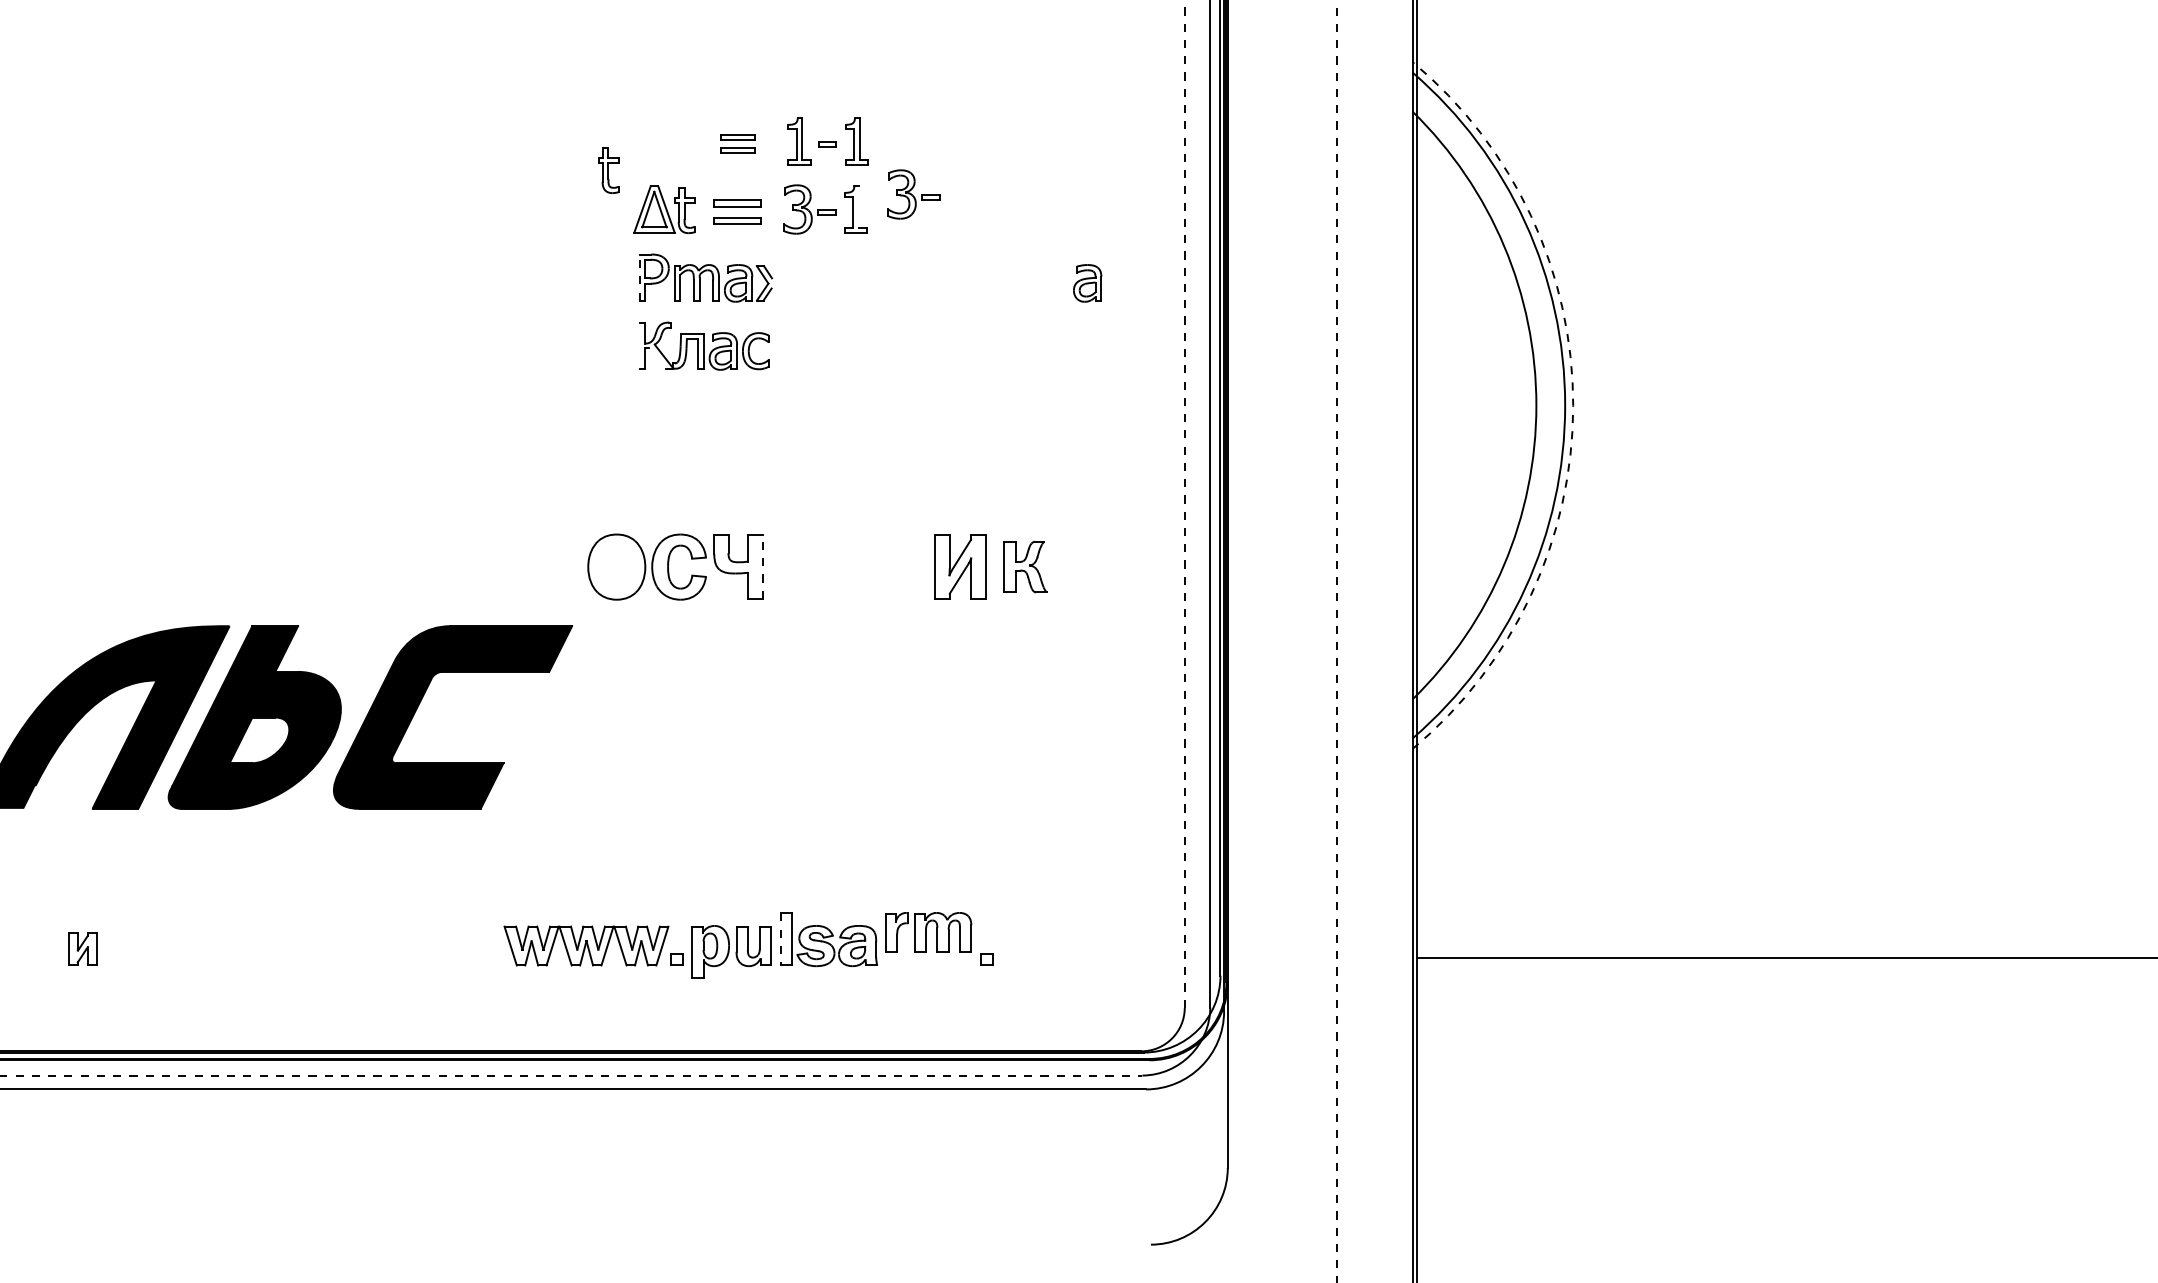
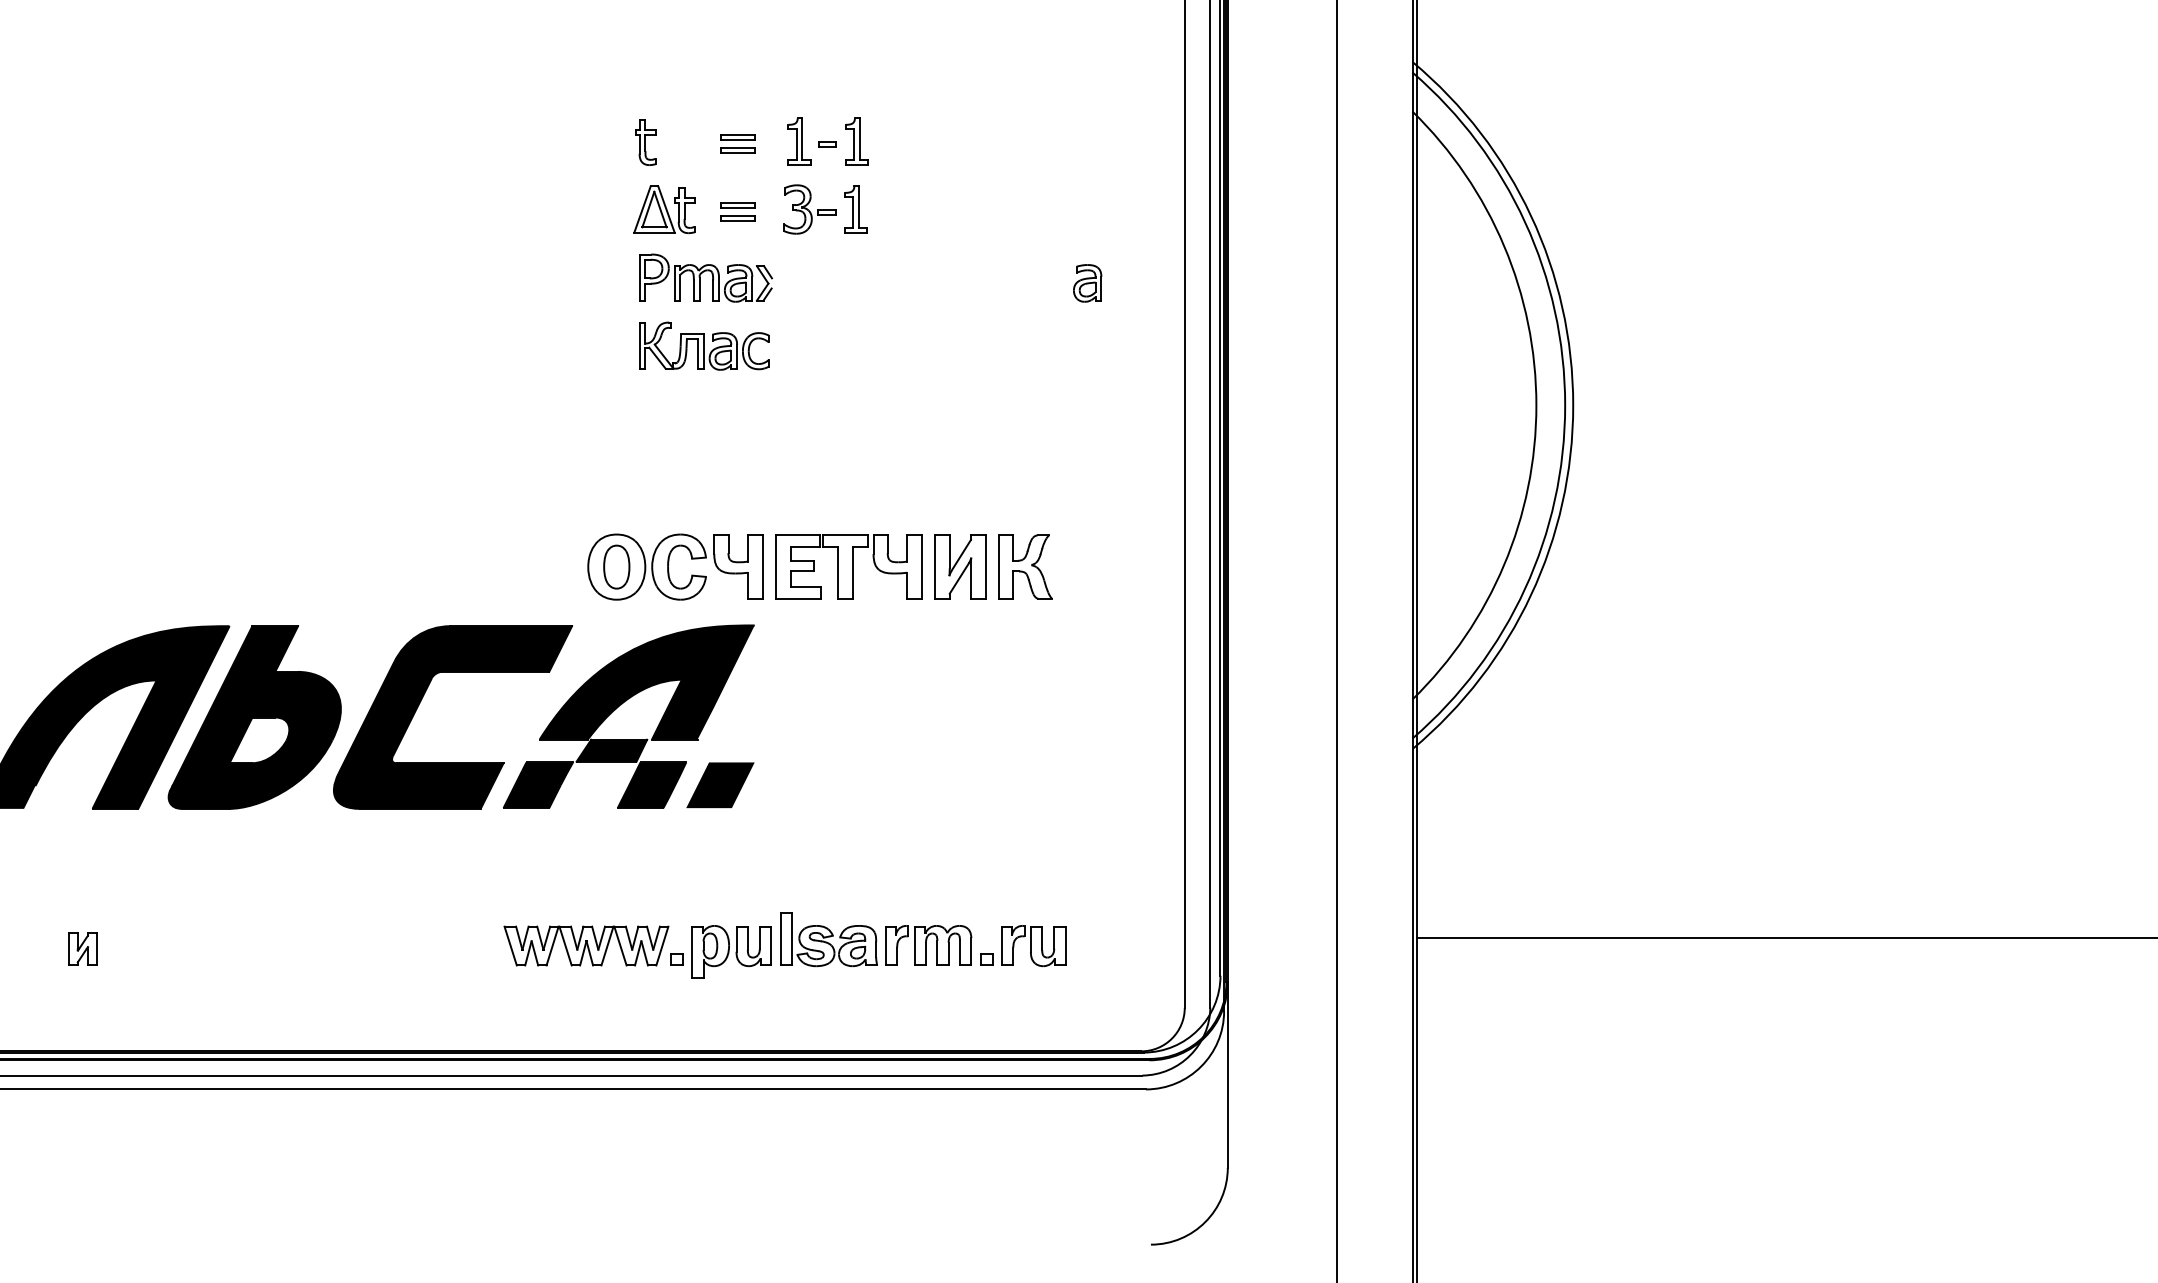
part at (608, 170) position: (608, 170) -> (645, 142)
part at (913, 194): present -> none
line at (859, 206): none -> present
part at (737, 211) size: 49x26 px -> 36x20 px
line at (639, 277): dashed -> solid
line at (639, 345): none -> present
line at (657, 357): none -> present
arc at (1573, 405): dashed -> solid
line at (1184, 503): dashed -> solid
part at (616, 566): none -> present
part at (848, 566): none -> present
part at (1025, 566) size: 45x54 px -> 55x66 px
line at (762, 567): dashed -> solid
line at (1336, 641): dashed -> solid
part at (622, 704): none -> present
part at (928, 932) position: (928, 932) -> (928, 945)
line at (780, 939): dashed -> solid
part at (1033, 946): none -> present
line at (1785, 957) position: (1785, 957) -> (1785, 937)
line at (571, 1075): dashed -> solid
